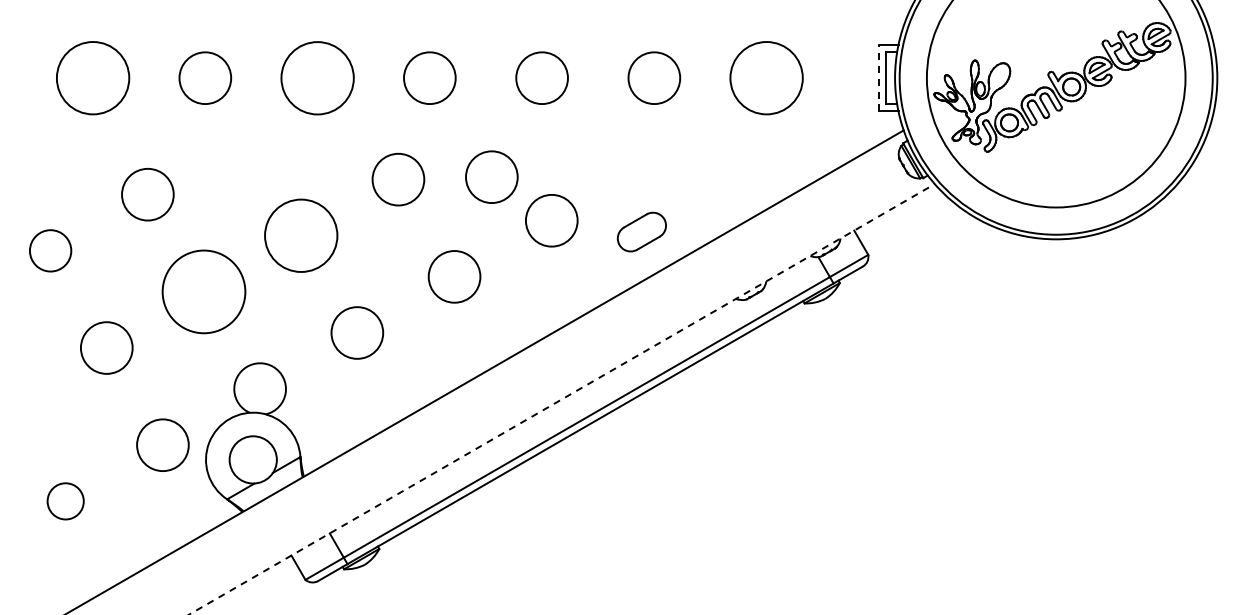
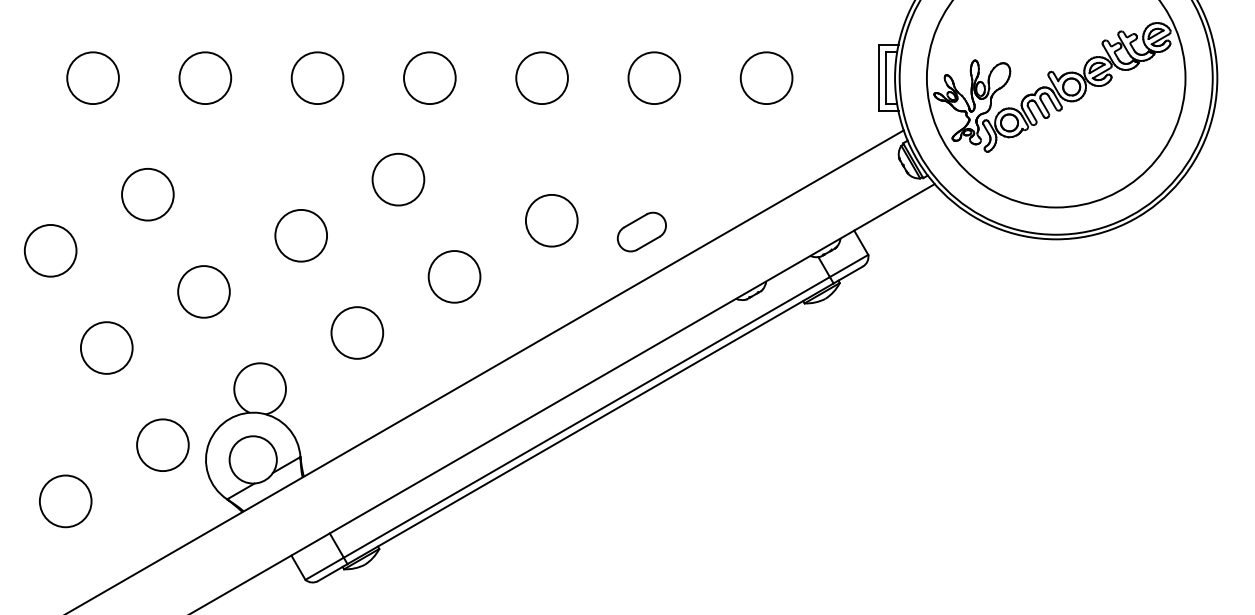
line at (878, 77): dashed -> solid
circle at (92, 78) diameter: 72 px -> 52 px
circle at (317, 78) size: 75x75 px -> 55x54 px
circle at (766, 78) diameter: 72 px -> 52 px
circle at (491, 176): present -> none
circle at (301, 235) diameter: 72 px -> 52 px
circle at (50, 250) size: 44x44 px -> 55x54 px
circle at (203, 291) diameter: 83 px -> 52 px
line at (562, 399): dashed -> solid
circle at (65, 501) diameter: 36 px -> 52 px
